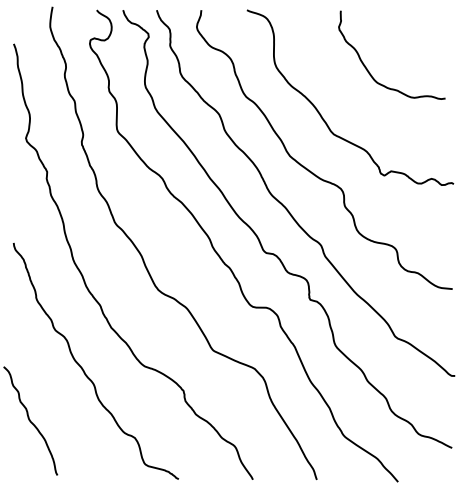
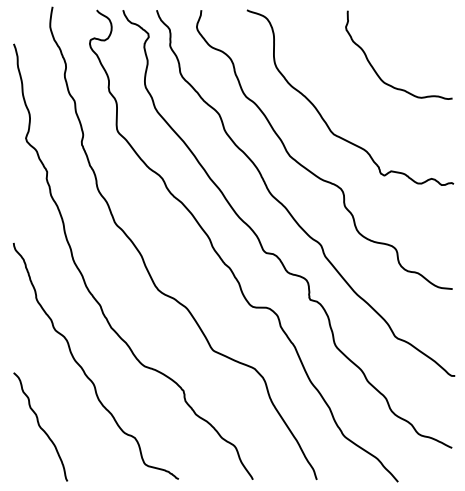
curve at (366, 66) position: (366, 66) -> (373, 66)
curve at (30, 420) position: (30, 420) -> (40, 426)
